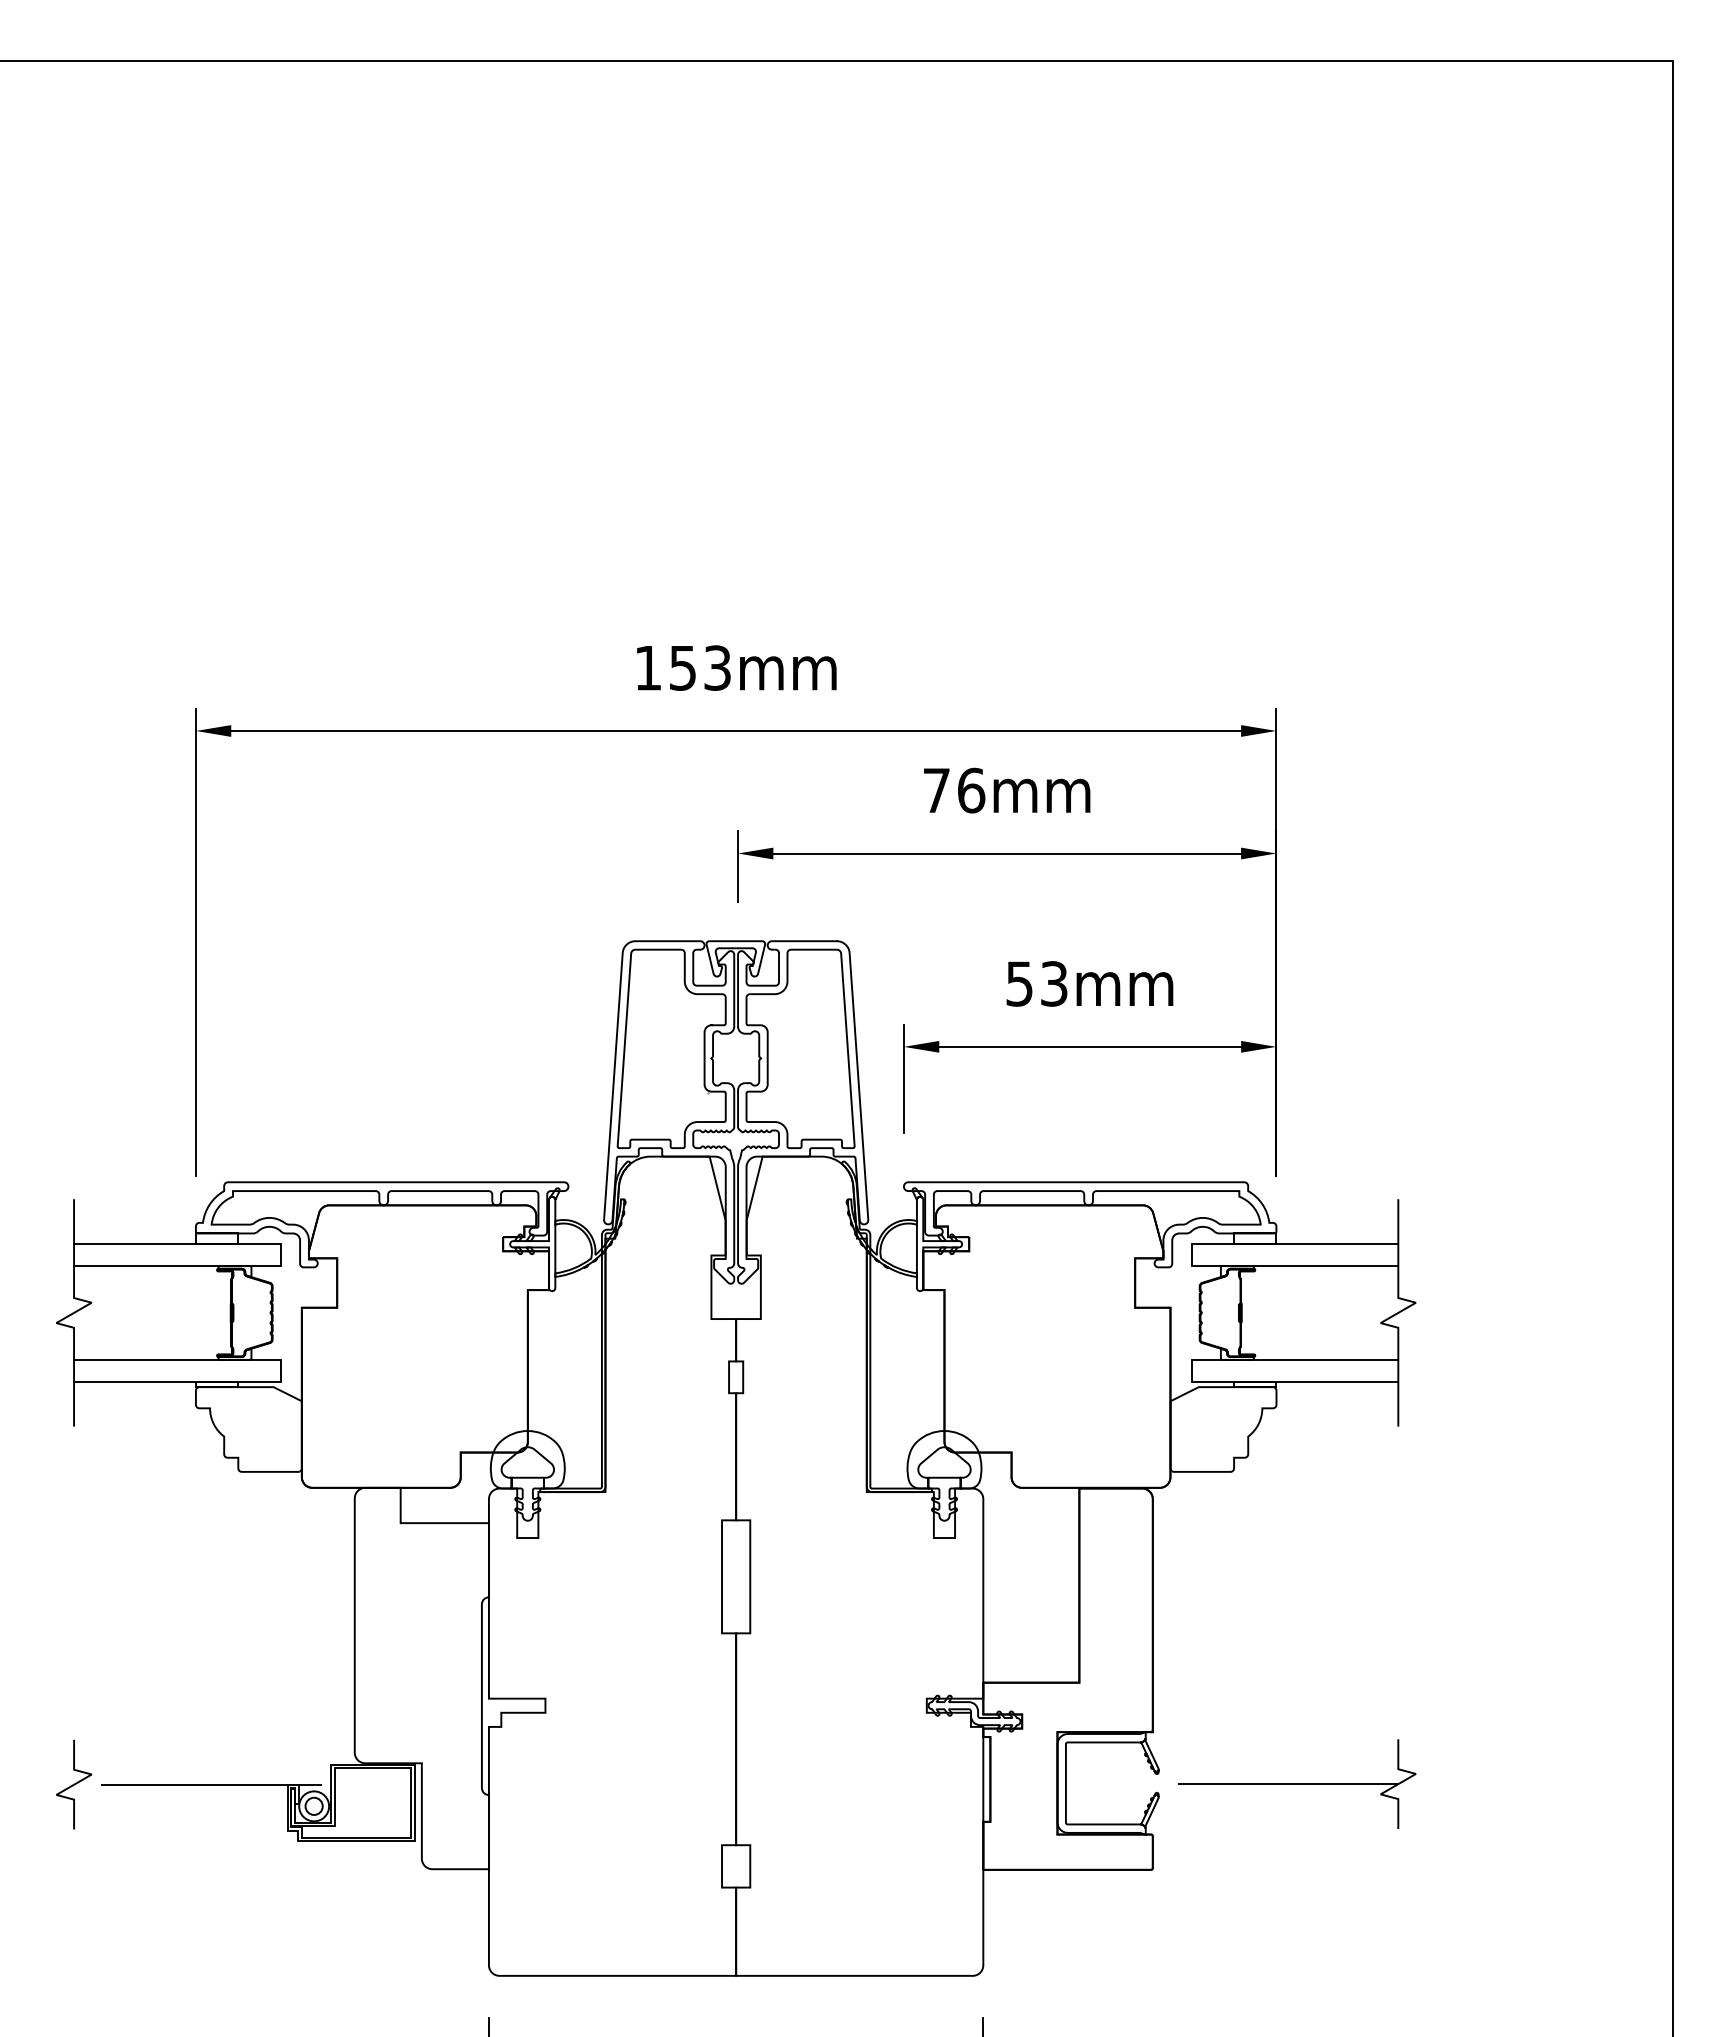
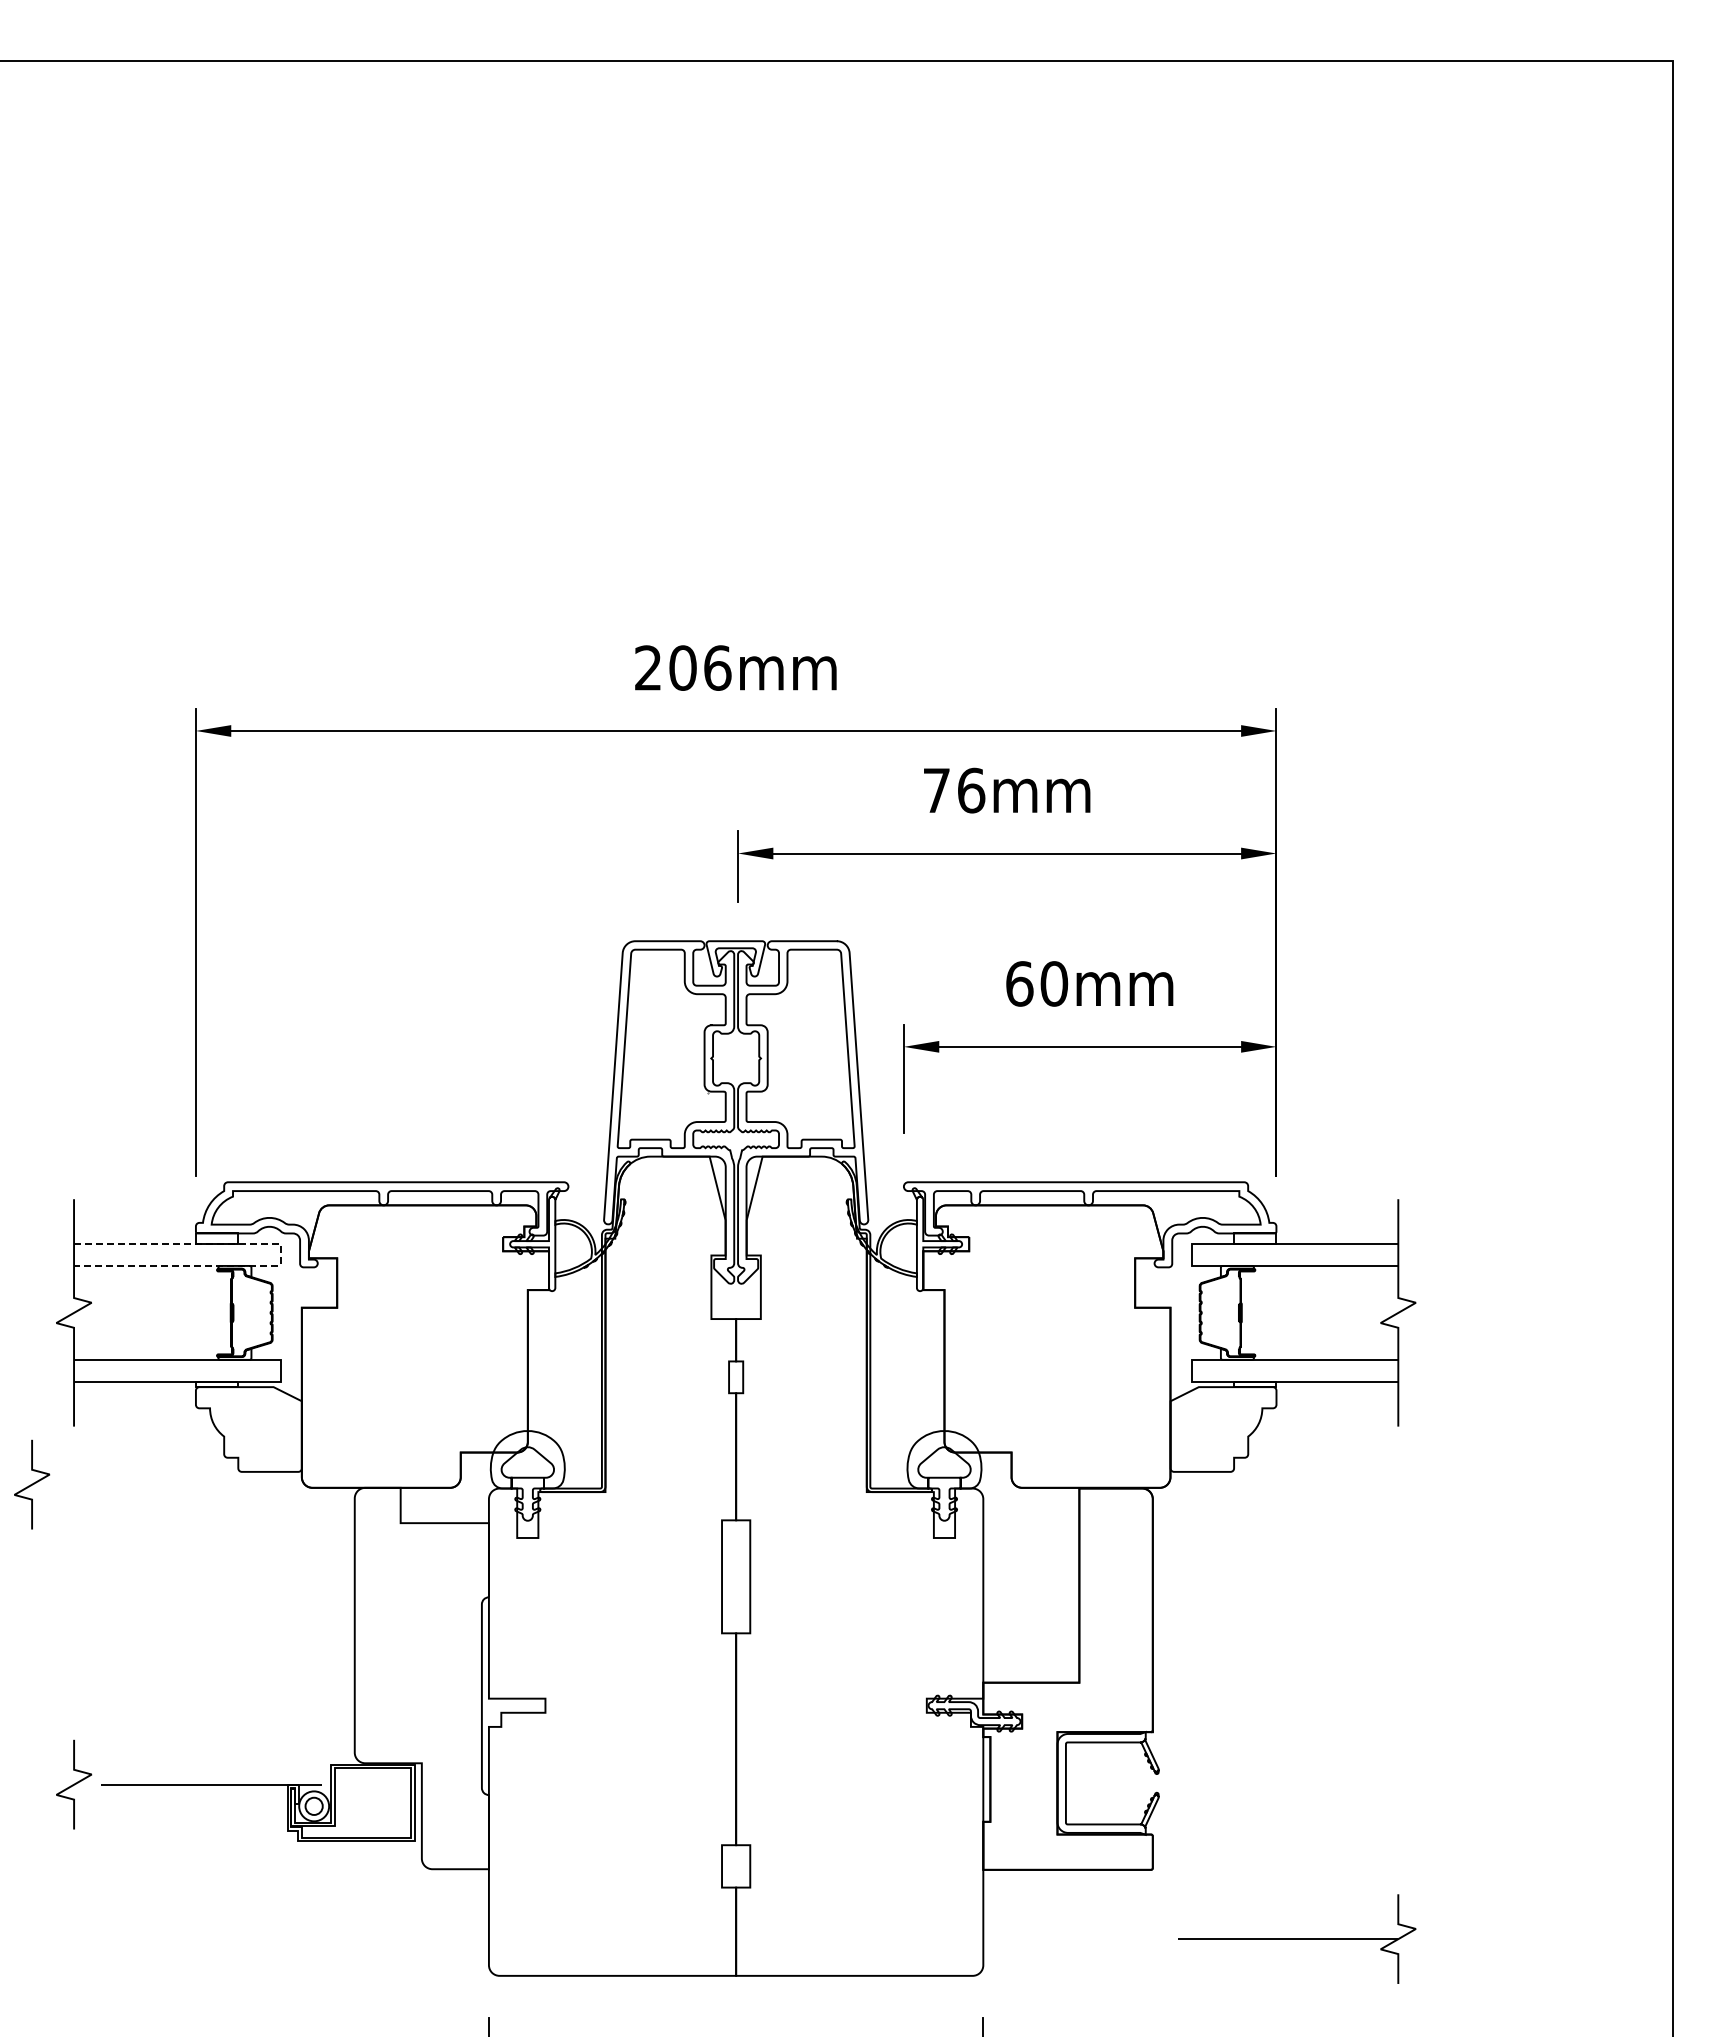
text at (683, 667): 153mm -> 206mm
text at (1037, 983): 53mm -> 60mm
line at (280, 1255): solid -> dashed
curve at (32, 1484): none -> present
part at (1297, 1783) position: (1297, 1783) -> (1297, 1938)
